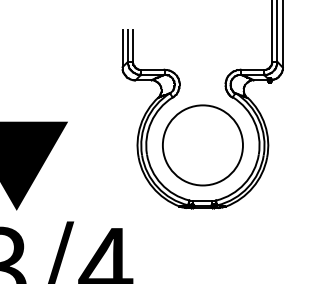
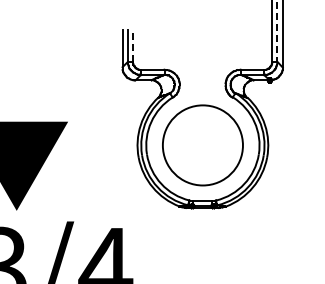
line at (277, 32): solid -> dashed
line at (132, 46): solid -> dashed
